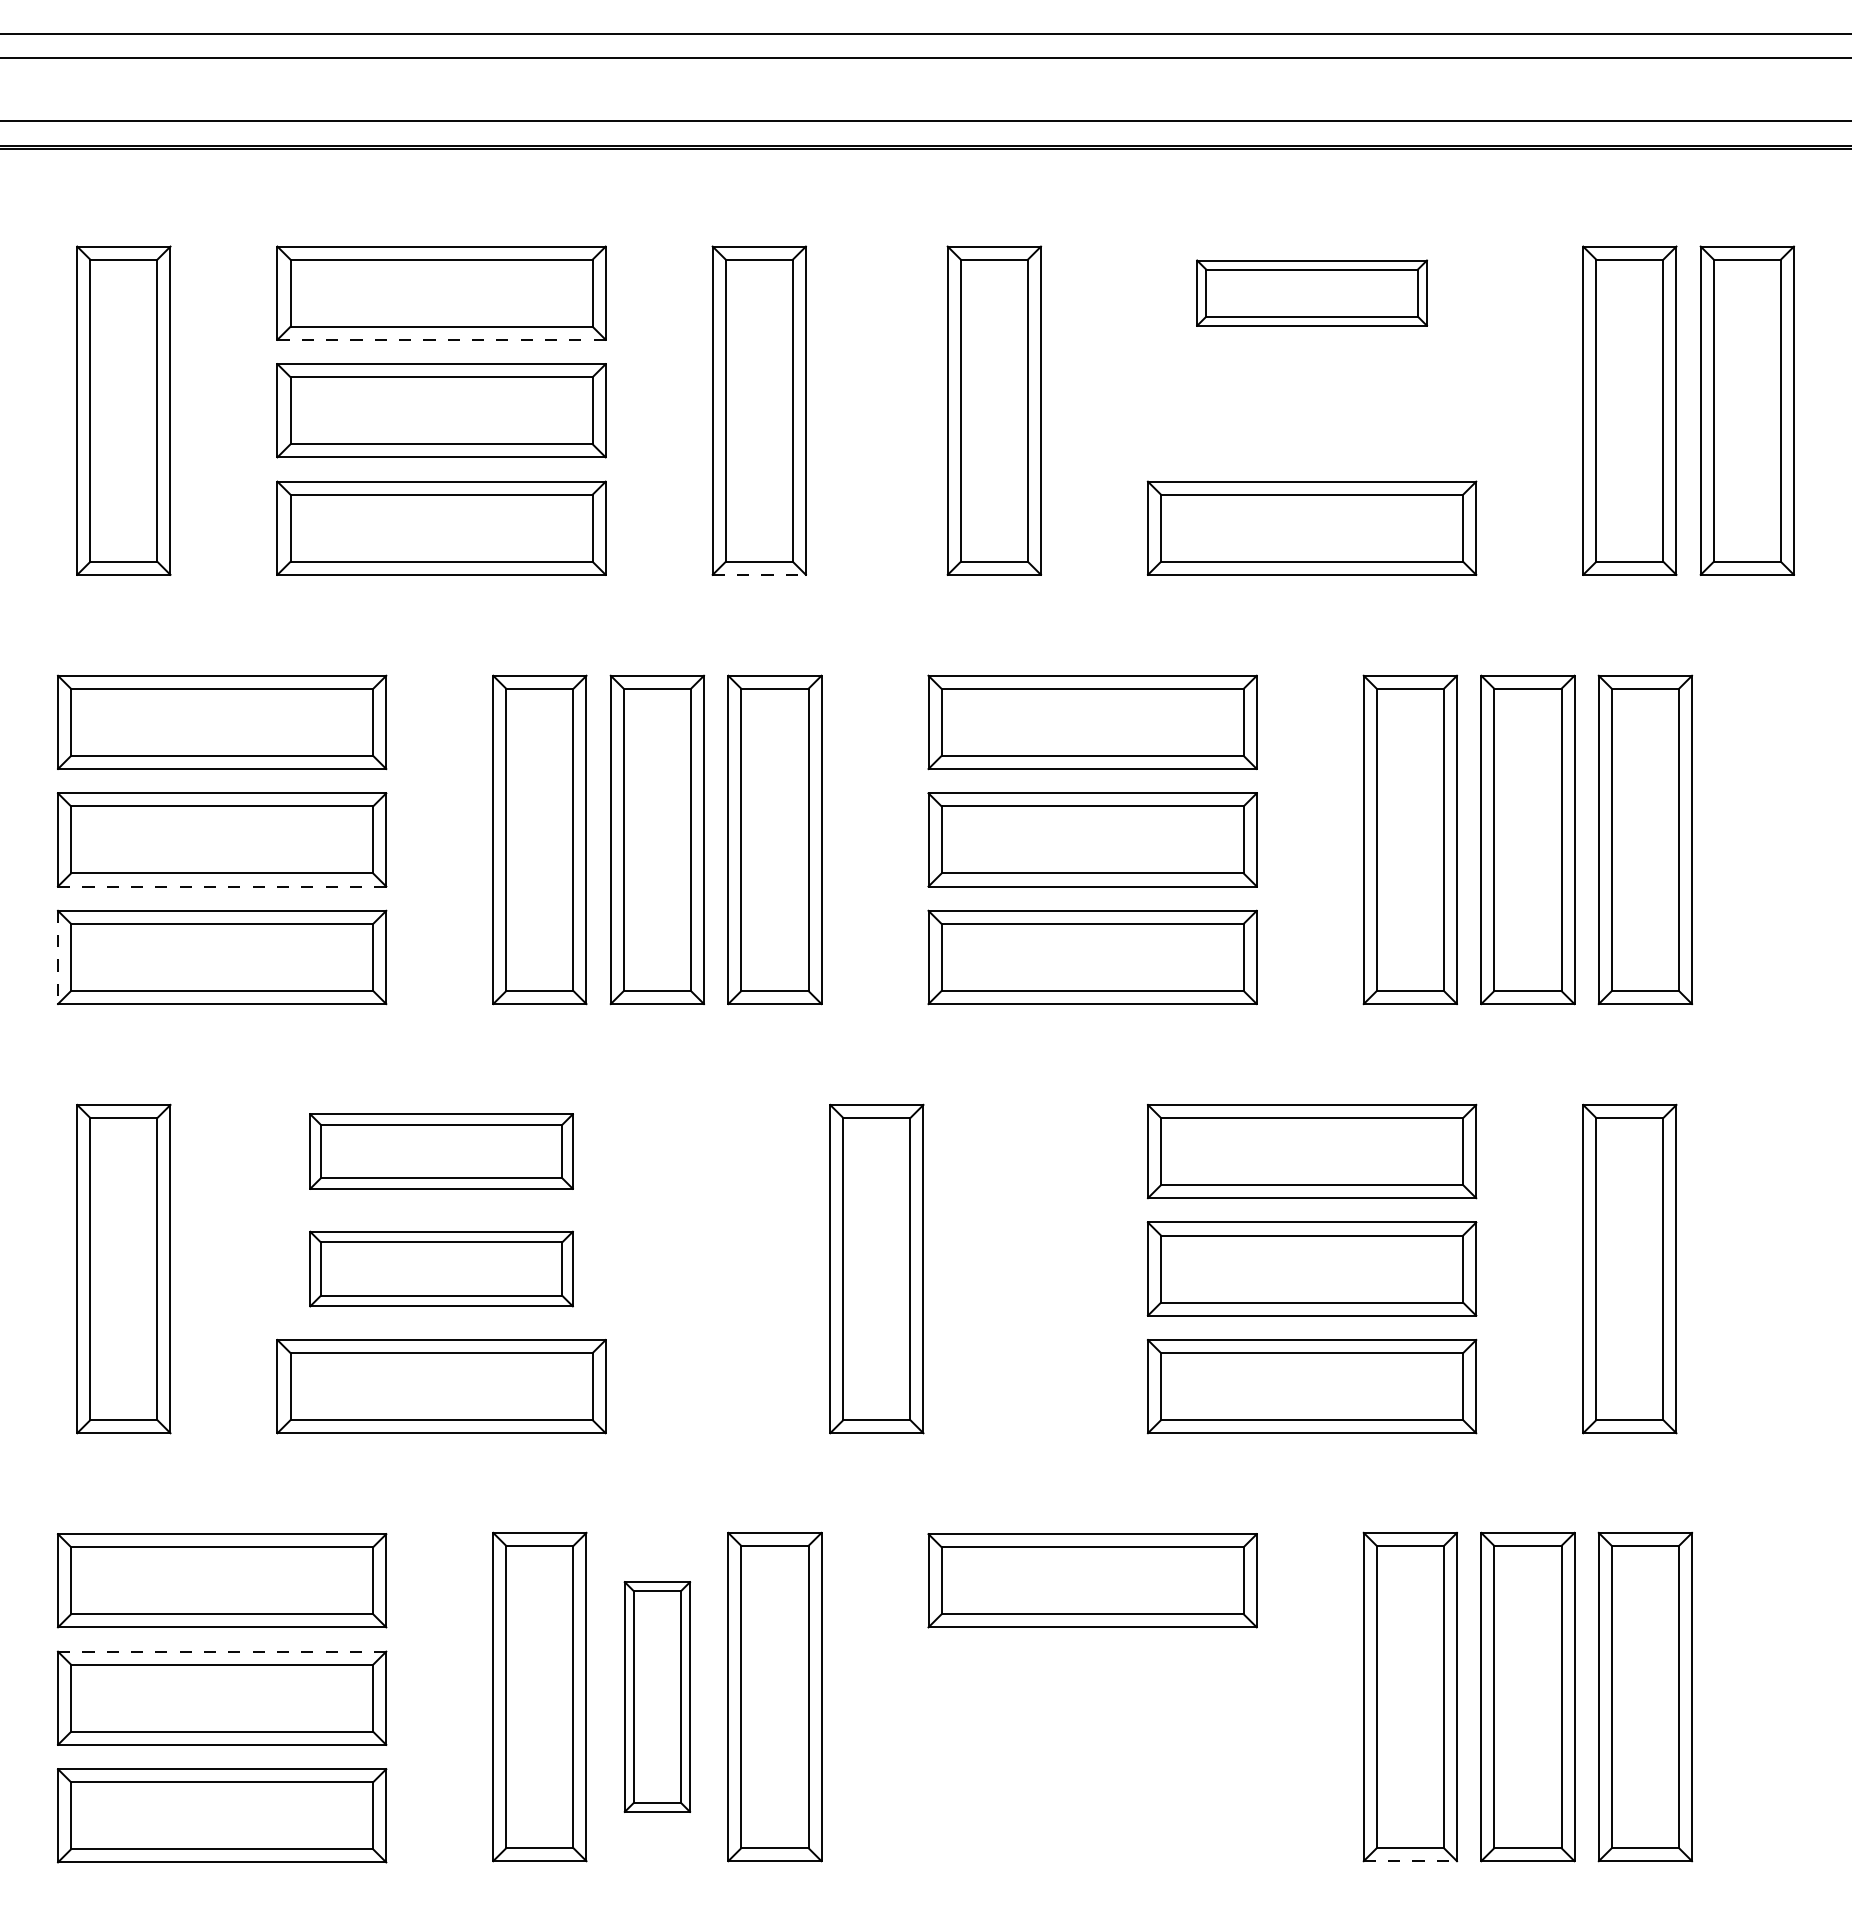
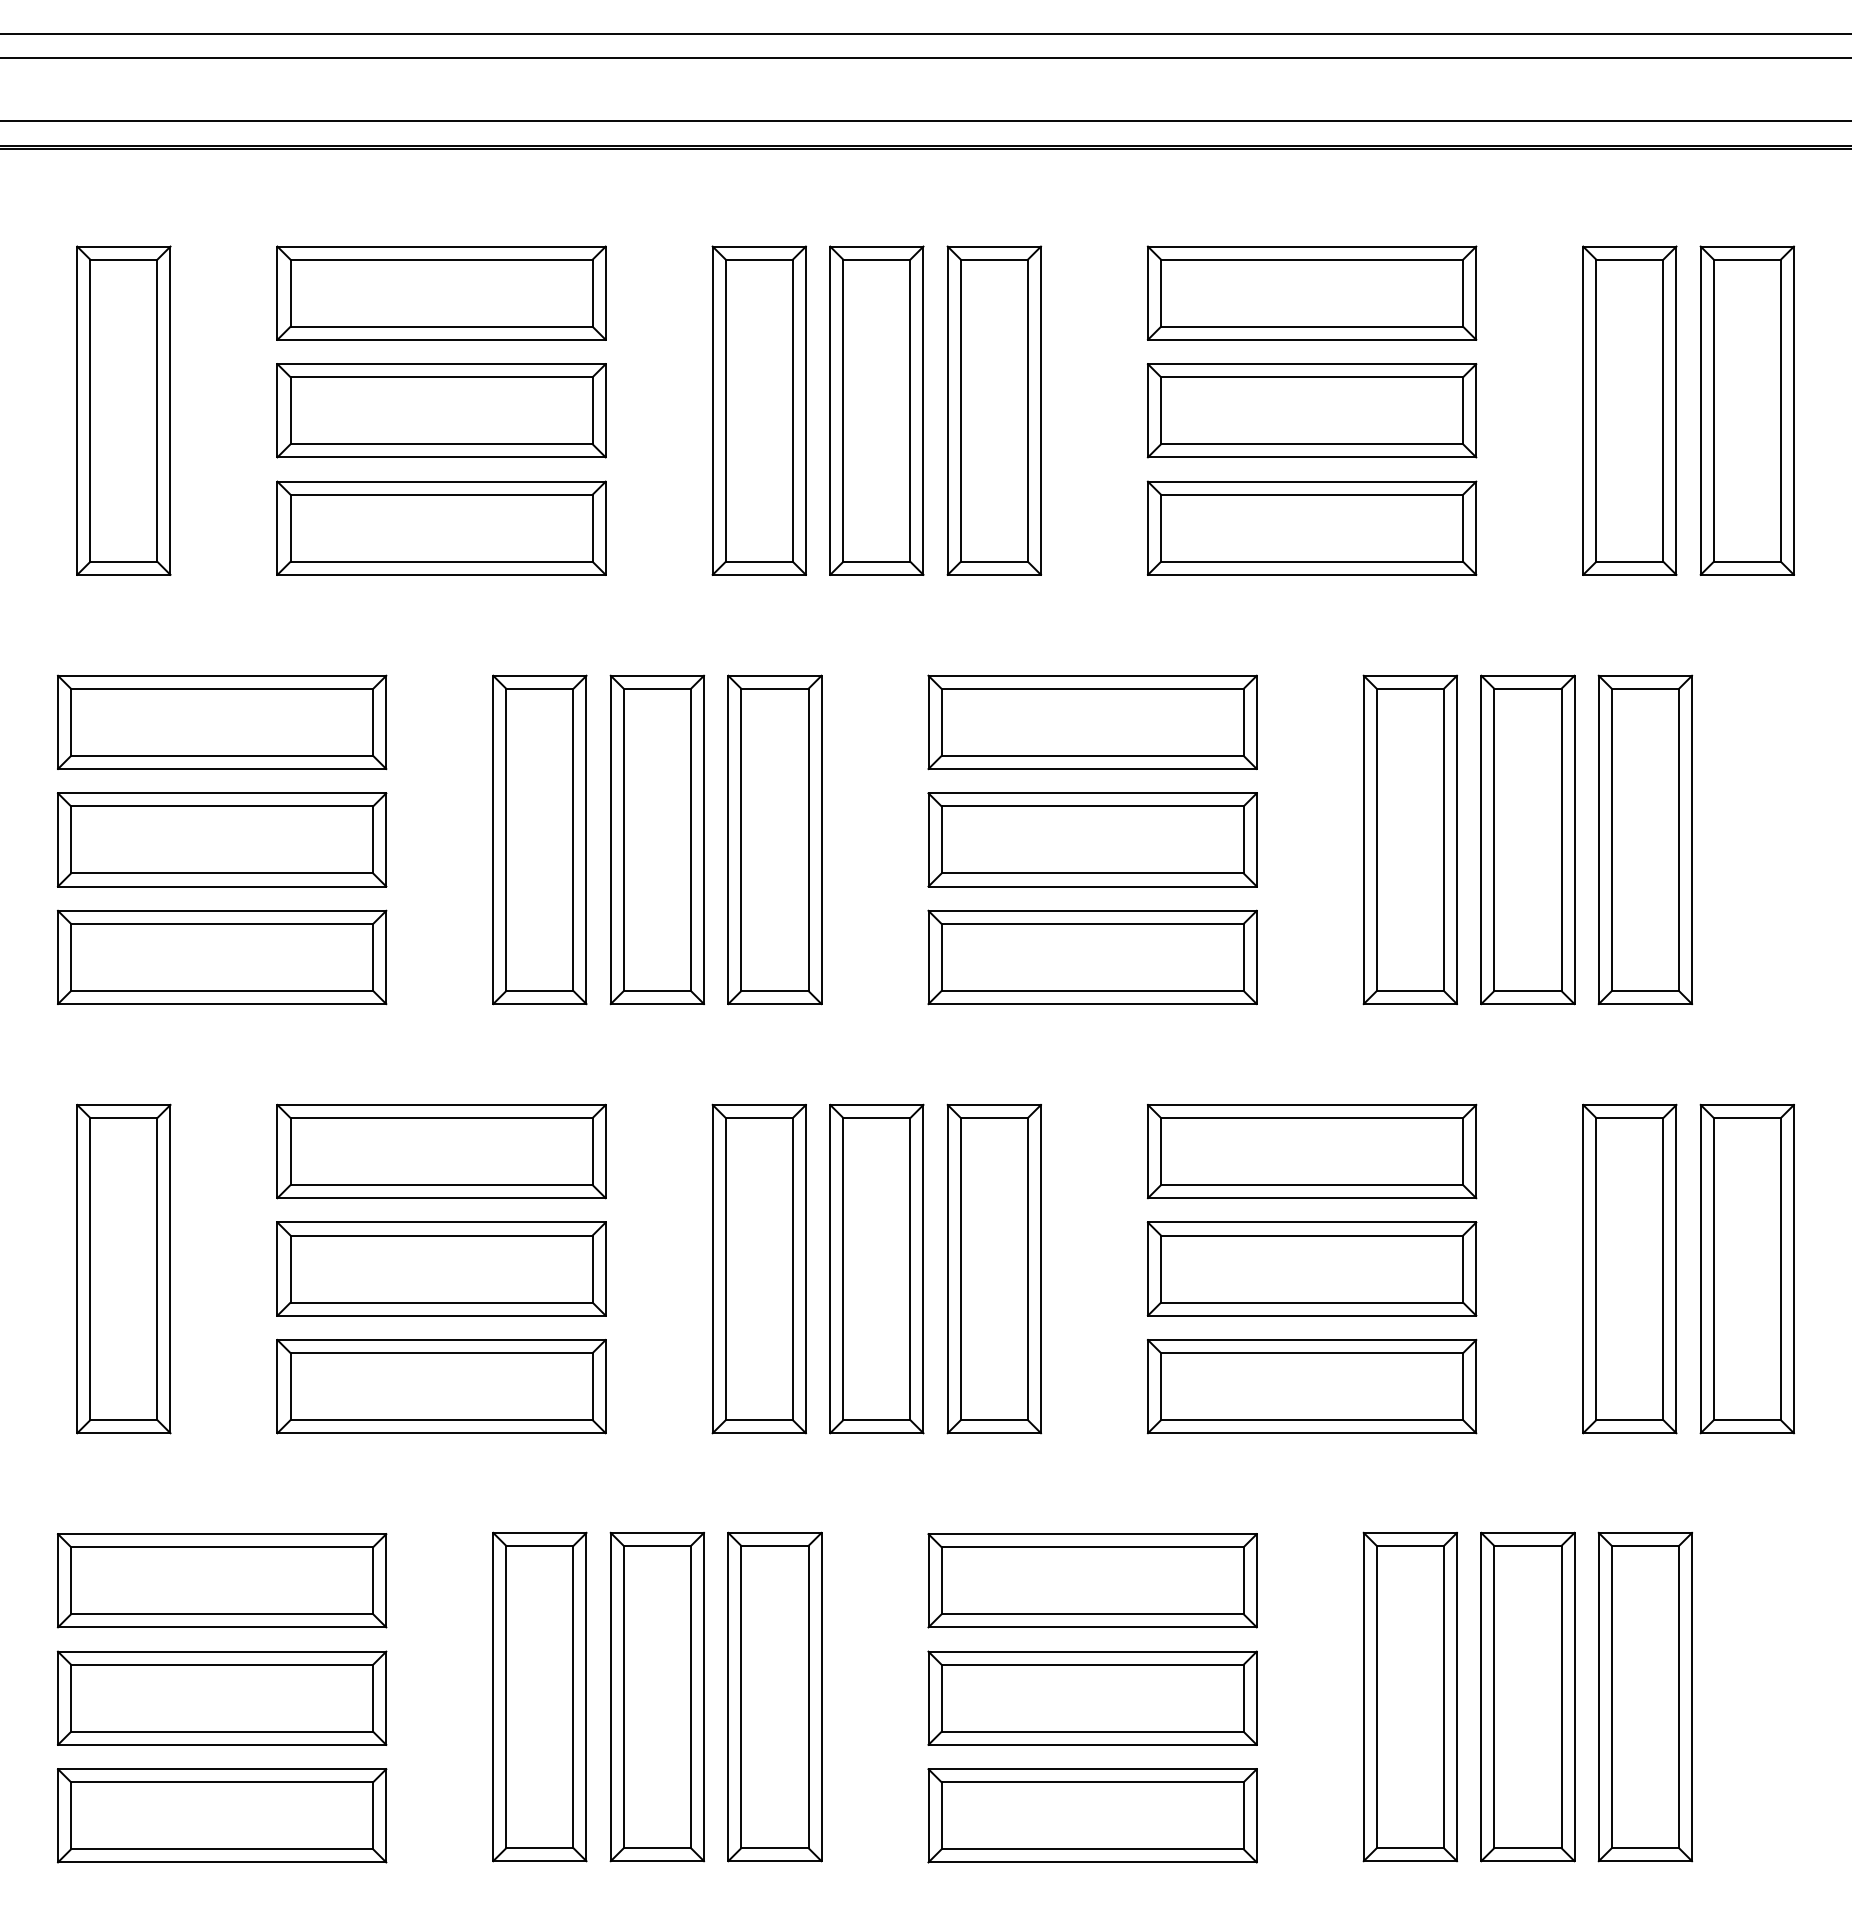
part at (1311, 292) size: 232x68 px -> 332x96 px
line at (442, 339): dashed -> solid
part at (876, 410): none -> present
part at (1311, 410): none -> present
line at (759, 574): dashed -> solid
line at (222, 886): dashed -> solid
line at (58, 957): dashed -> solid
part at (441, 1151) size: 265x77 px -> 331x97 px
part at (441, 1268) size: 265x78 px -> 331x96 px
part at (758, 1268): none -> present
part at (993, 1268): none -> present
part at (1746, 1268): none -> present
line at (221, 1651): dashed -> solid
part at (657, 1696) size: 69x232 px -> 97x332 px
part at (1092, 1697): none -> present
part at (1092, 1815): none -> present
line at (1410, 1861): dashed -> solid
